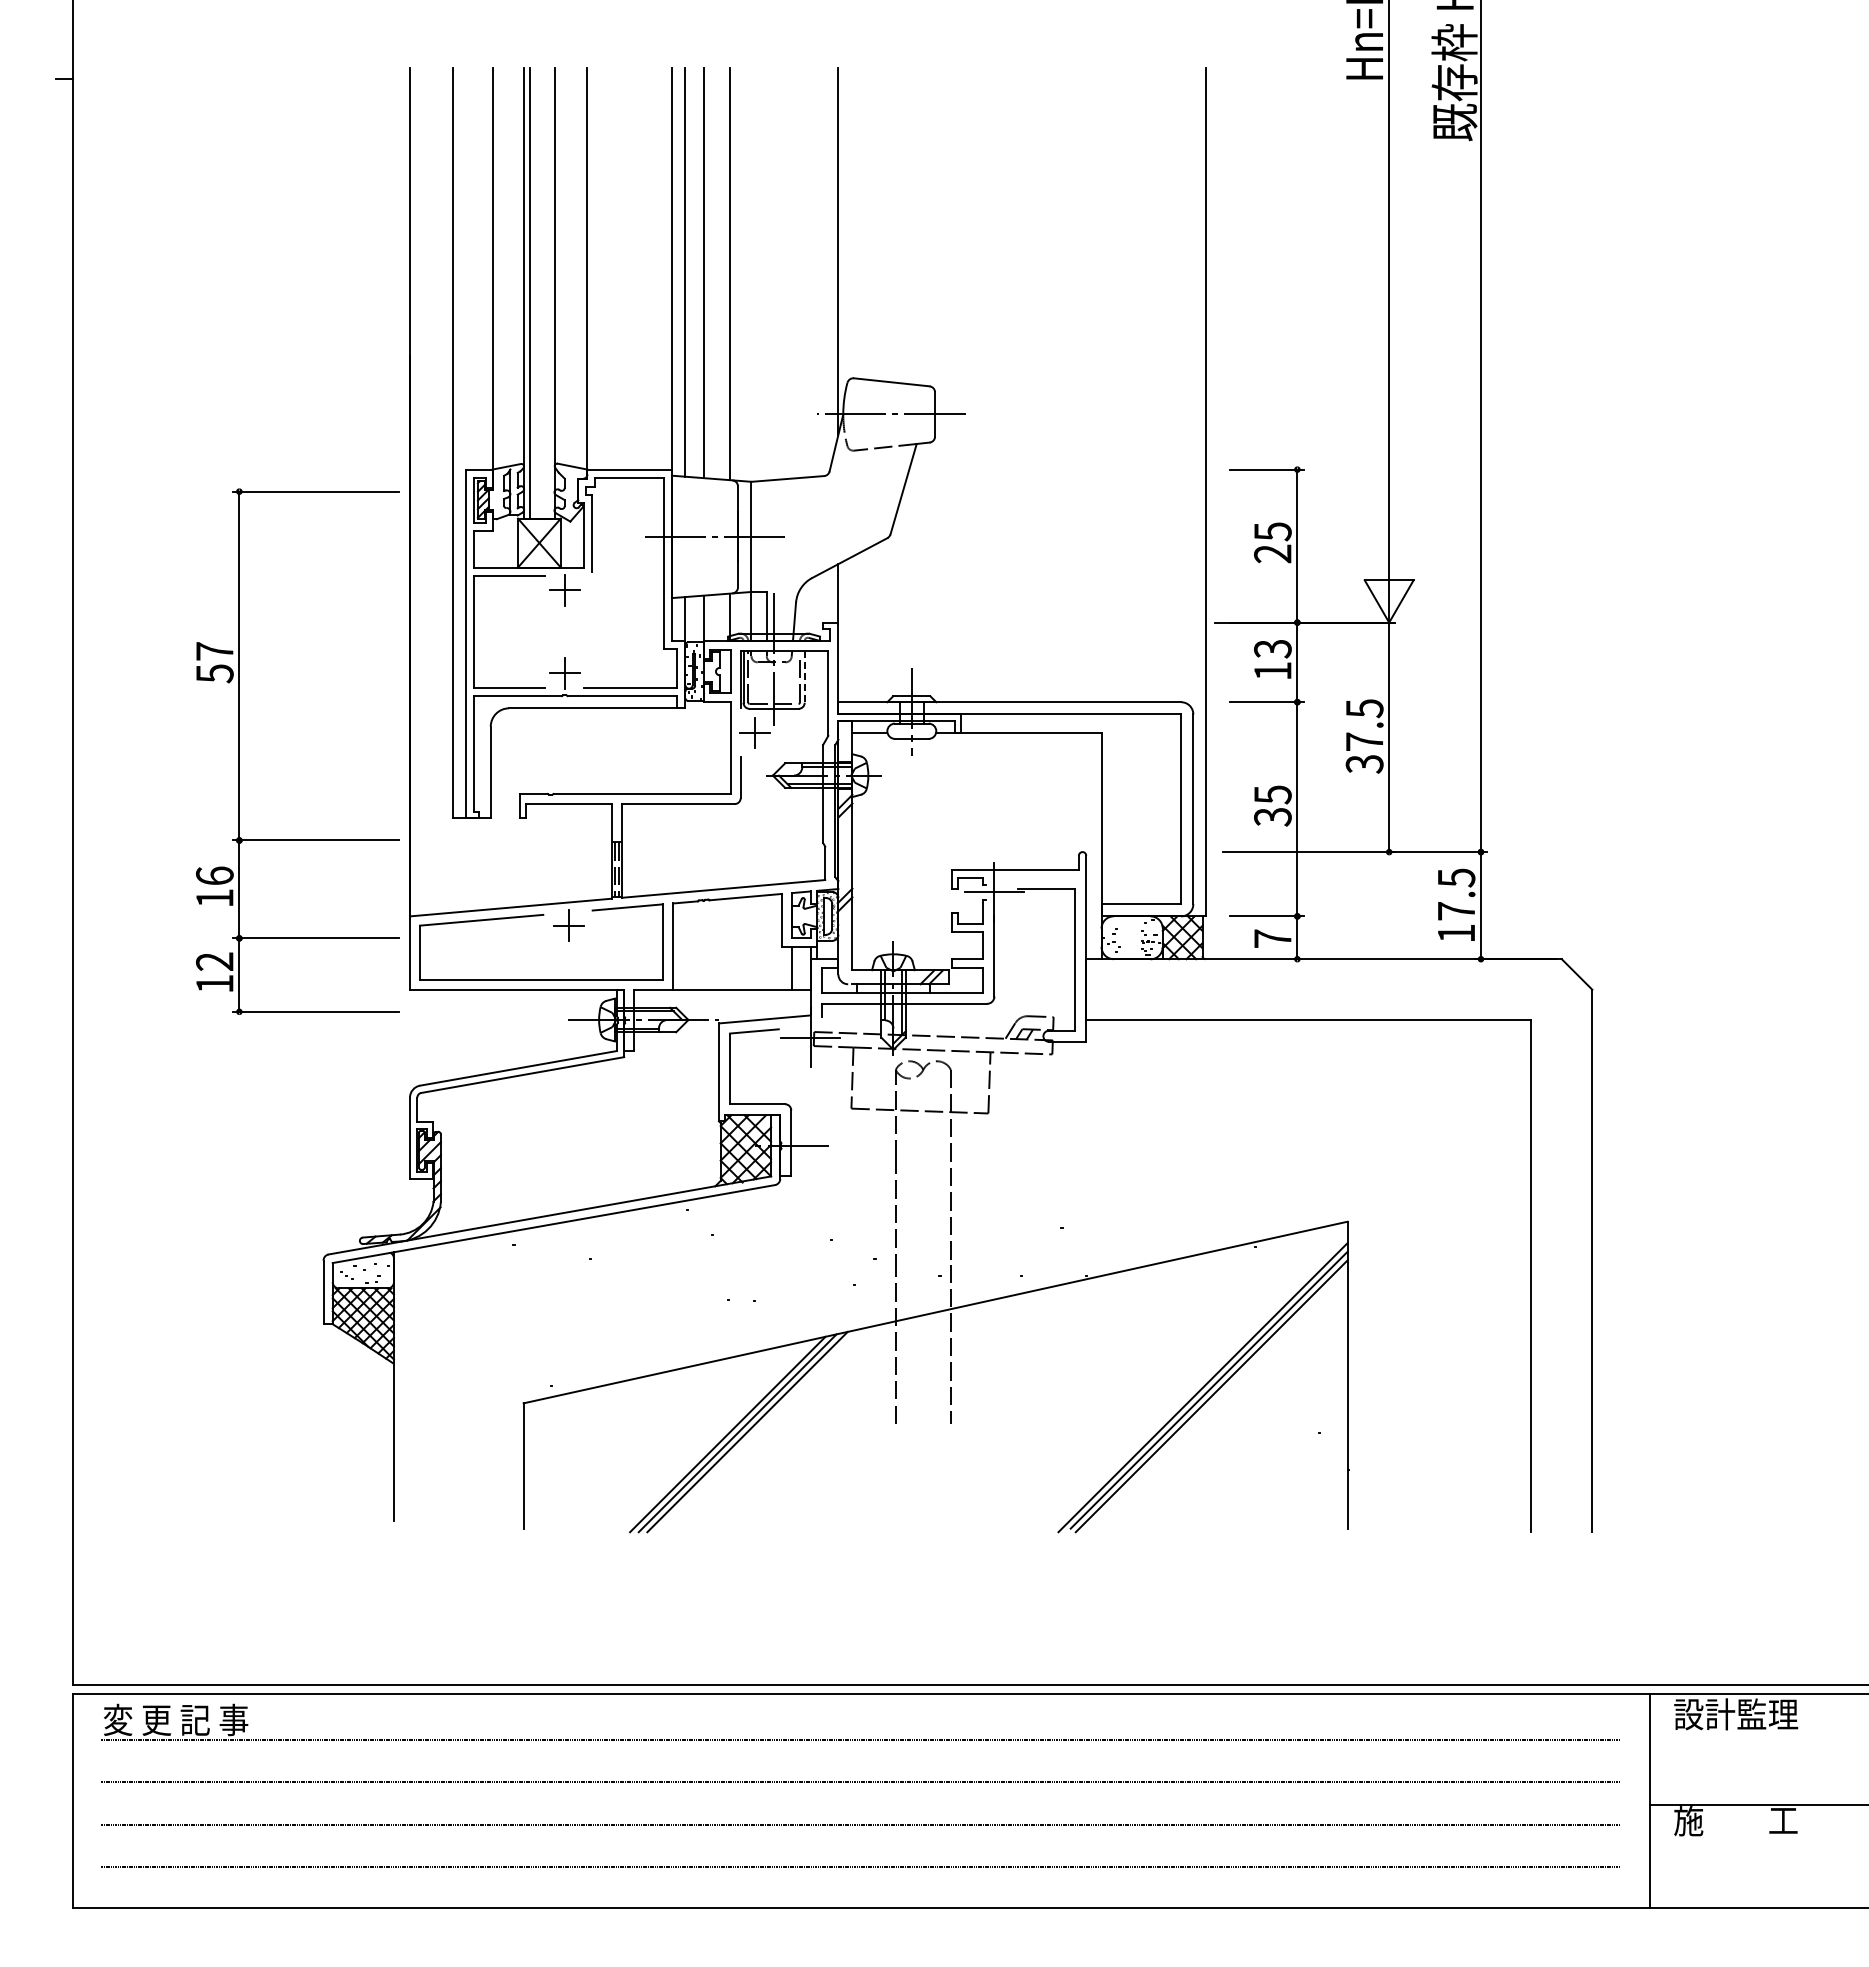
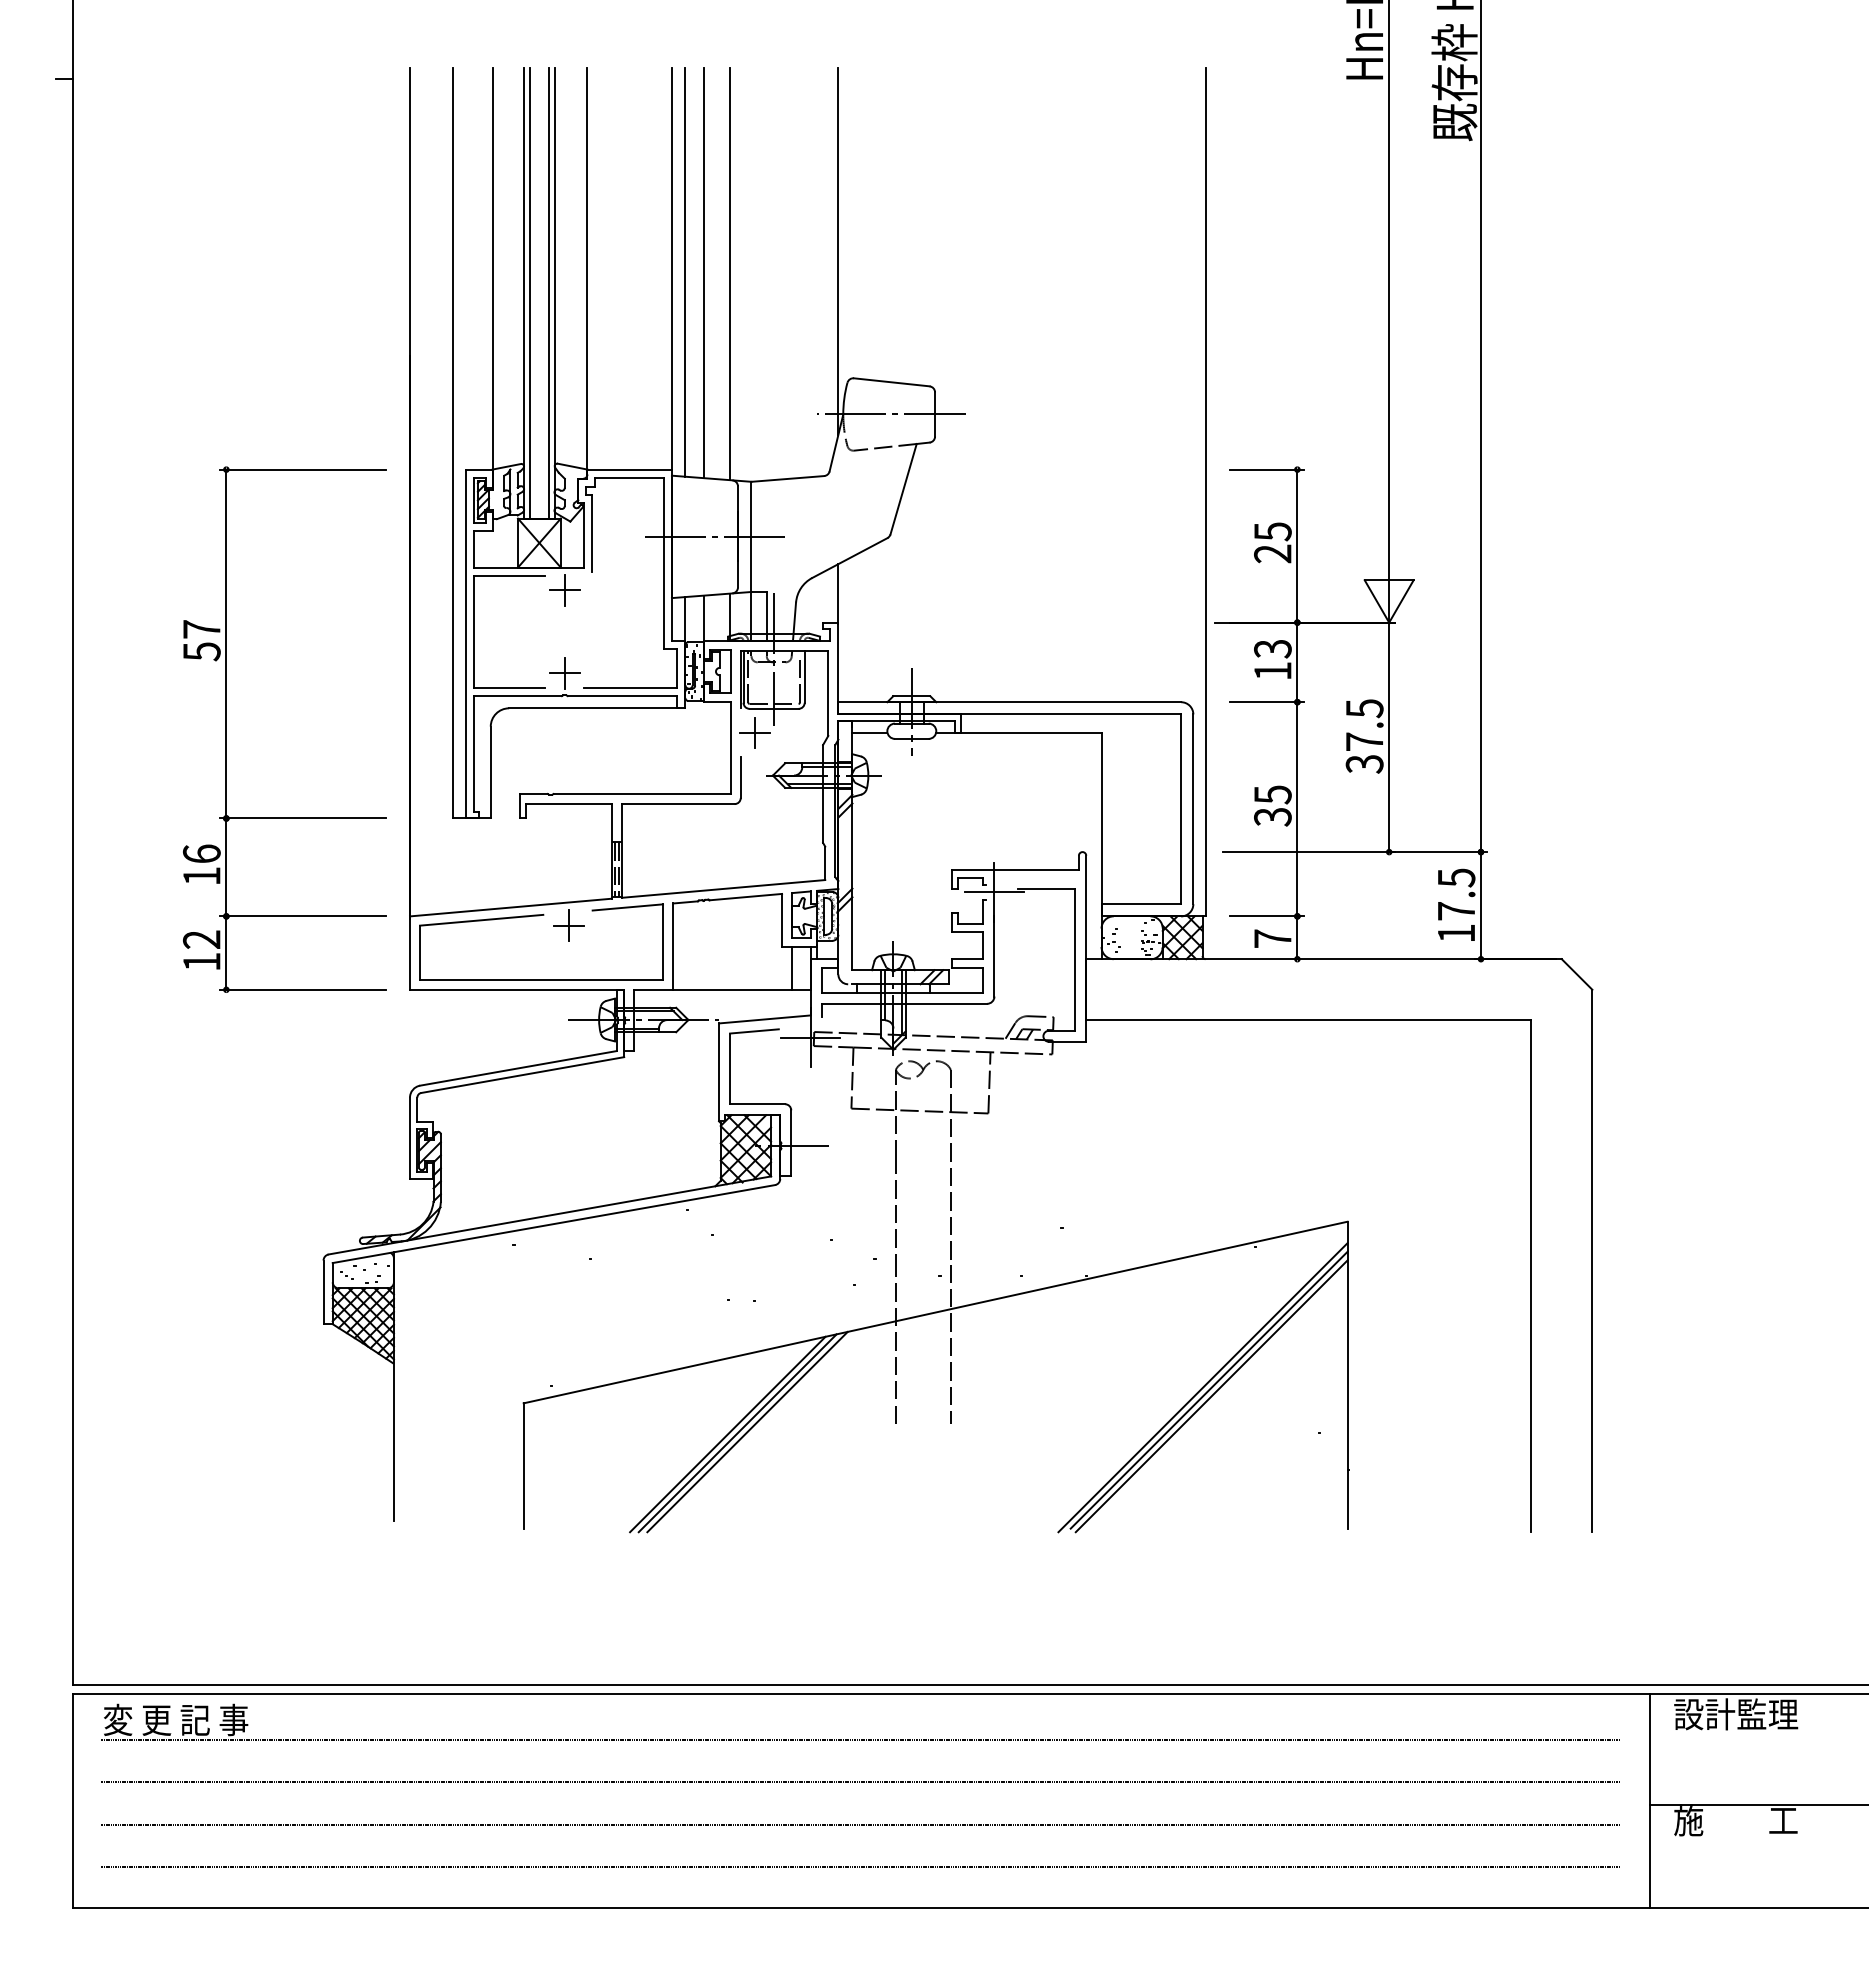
line at (548, 293): none -> present
line at (804, 676): dashed -> solid
part at (239, 751) position: (239, 751) -> (226, 729)
